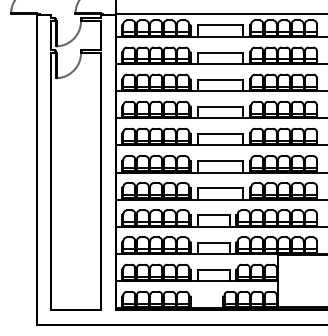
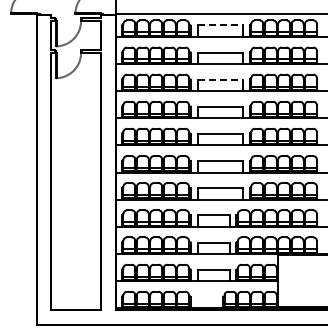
line at (221, 25): solid -> dashed
line at (221, 79): solid -> dashed
